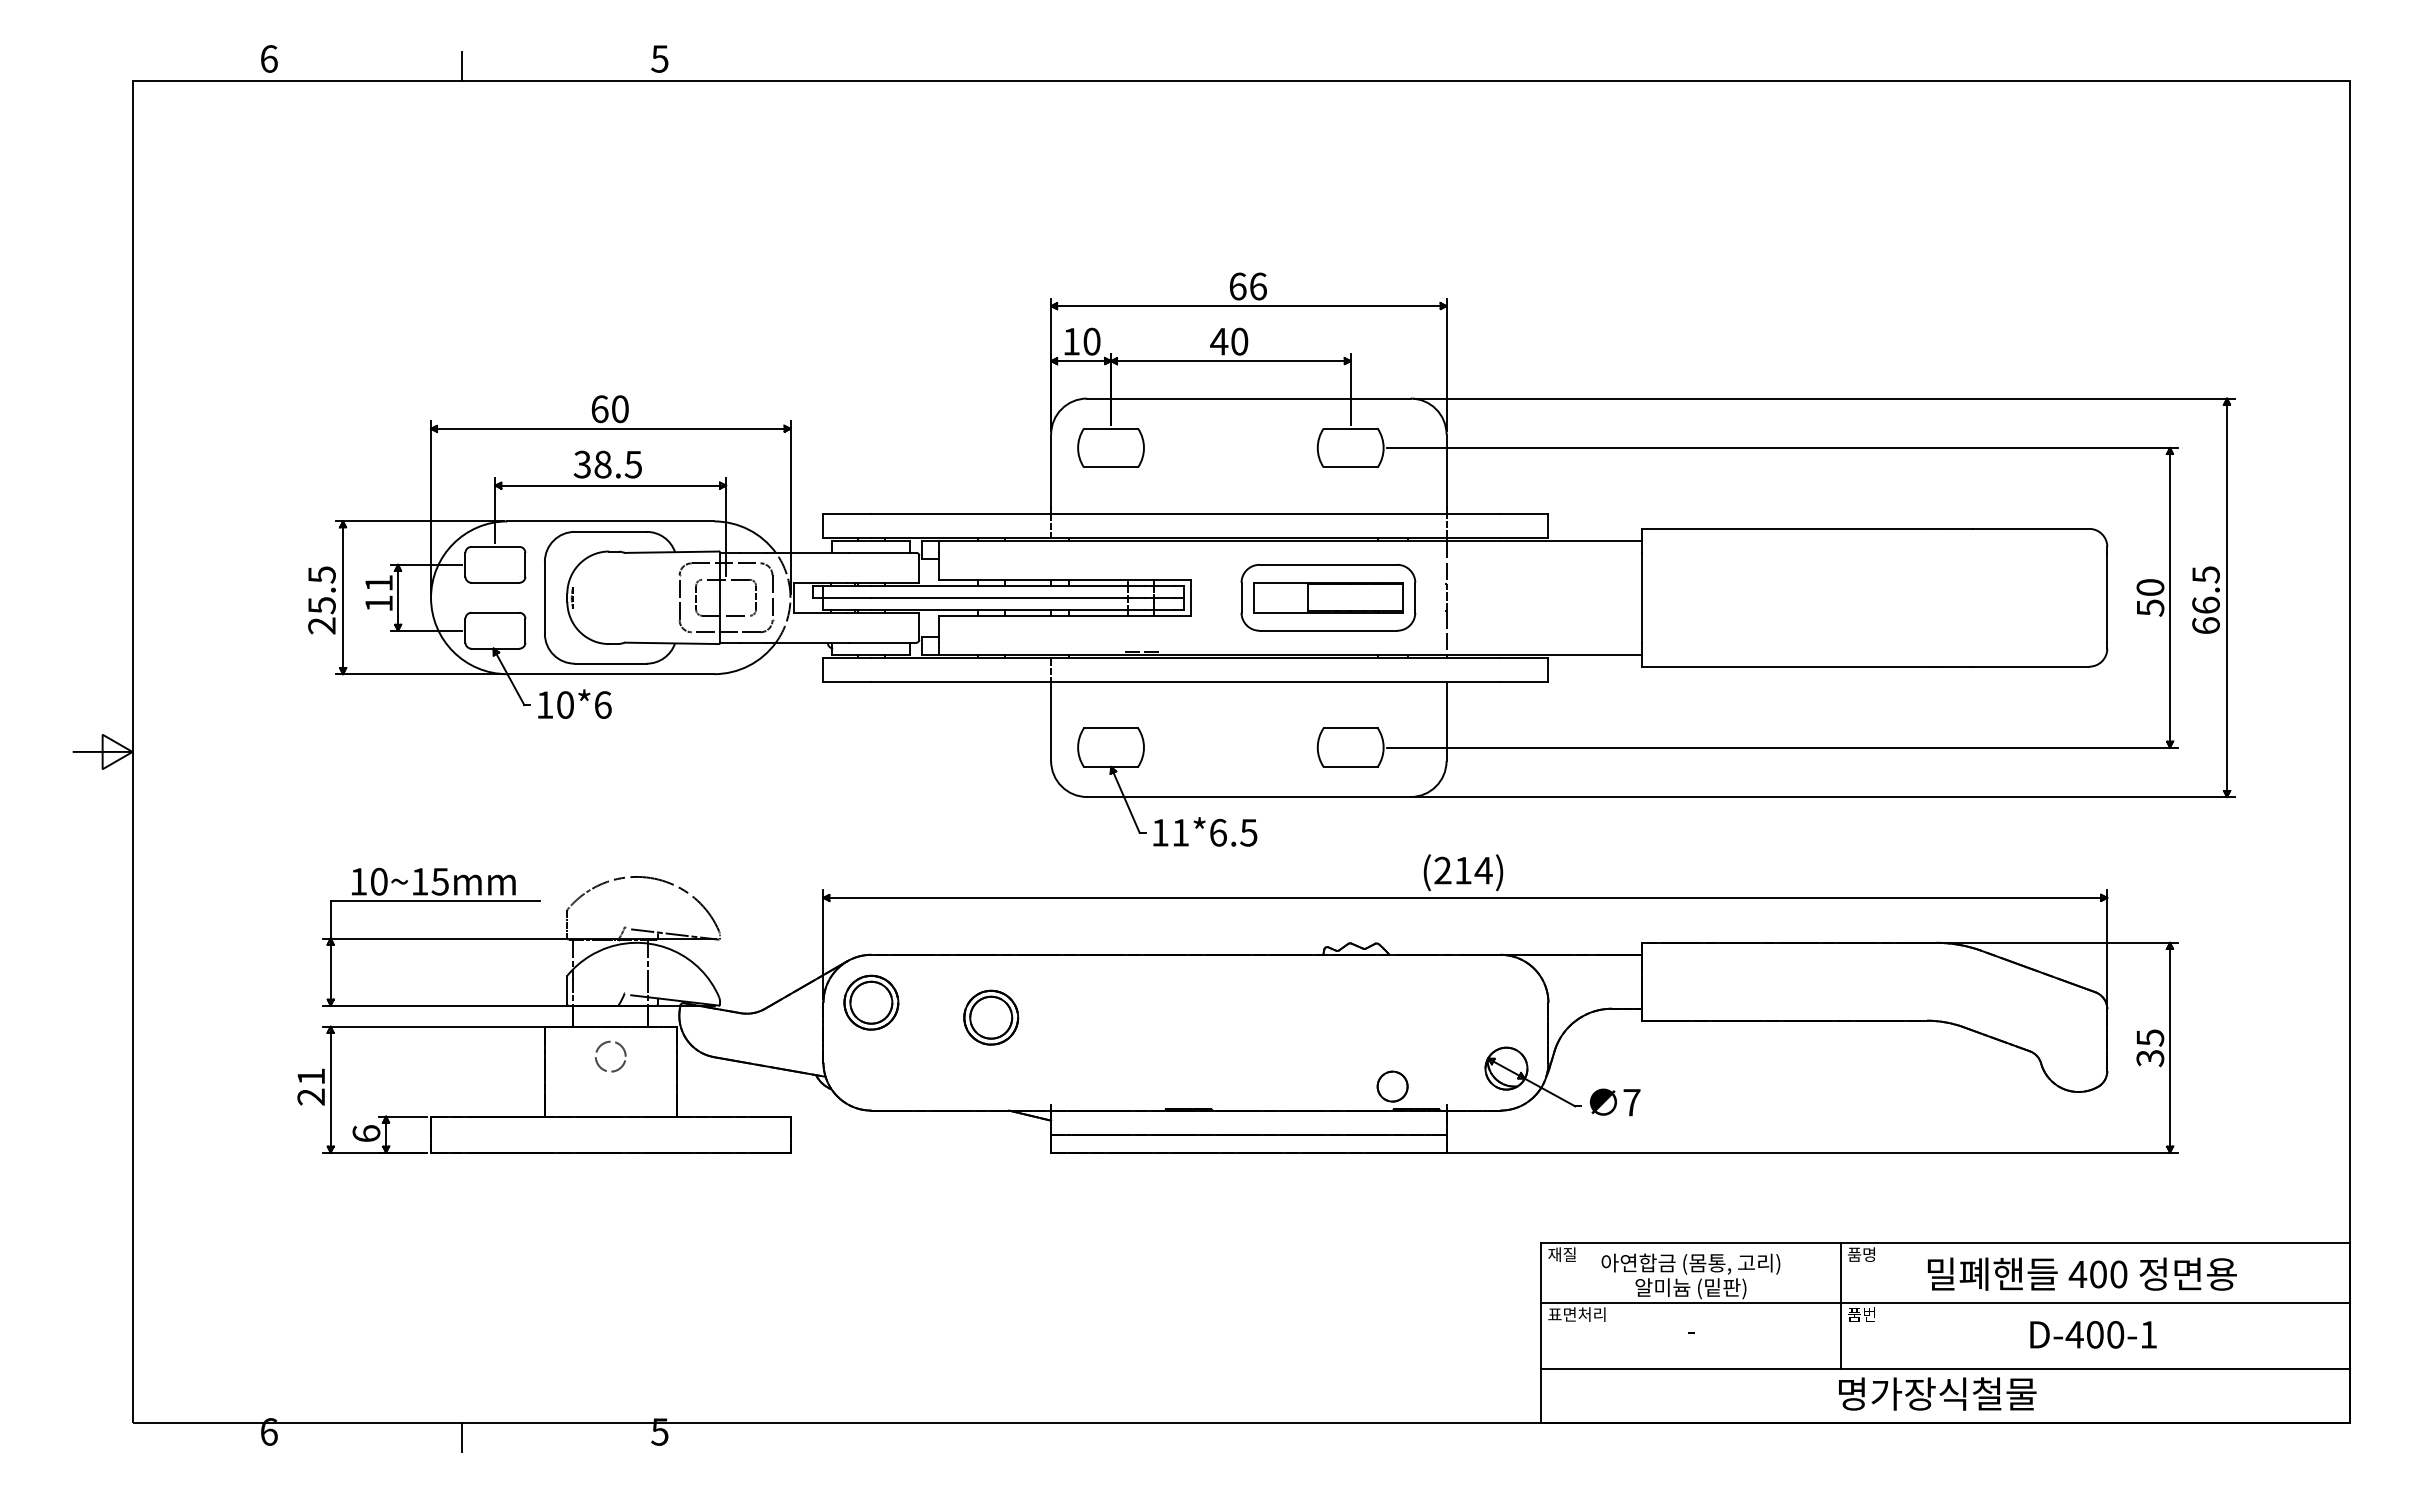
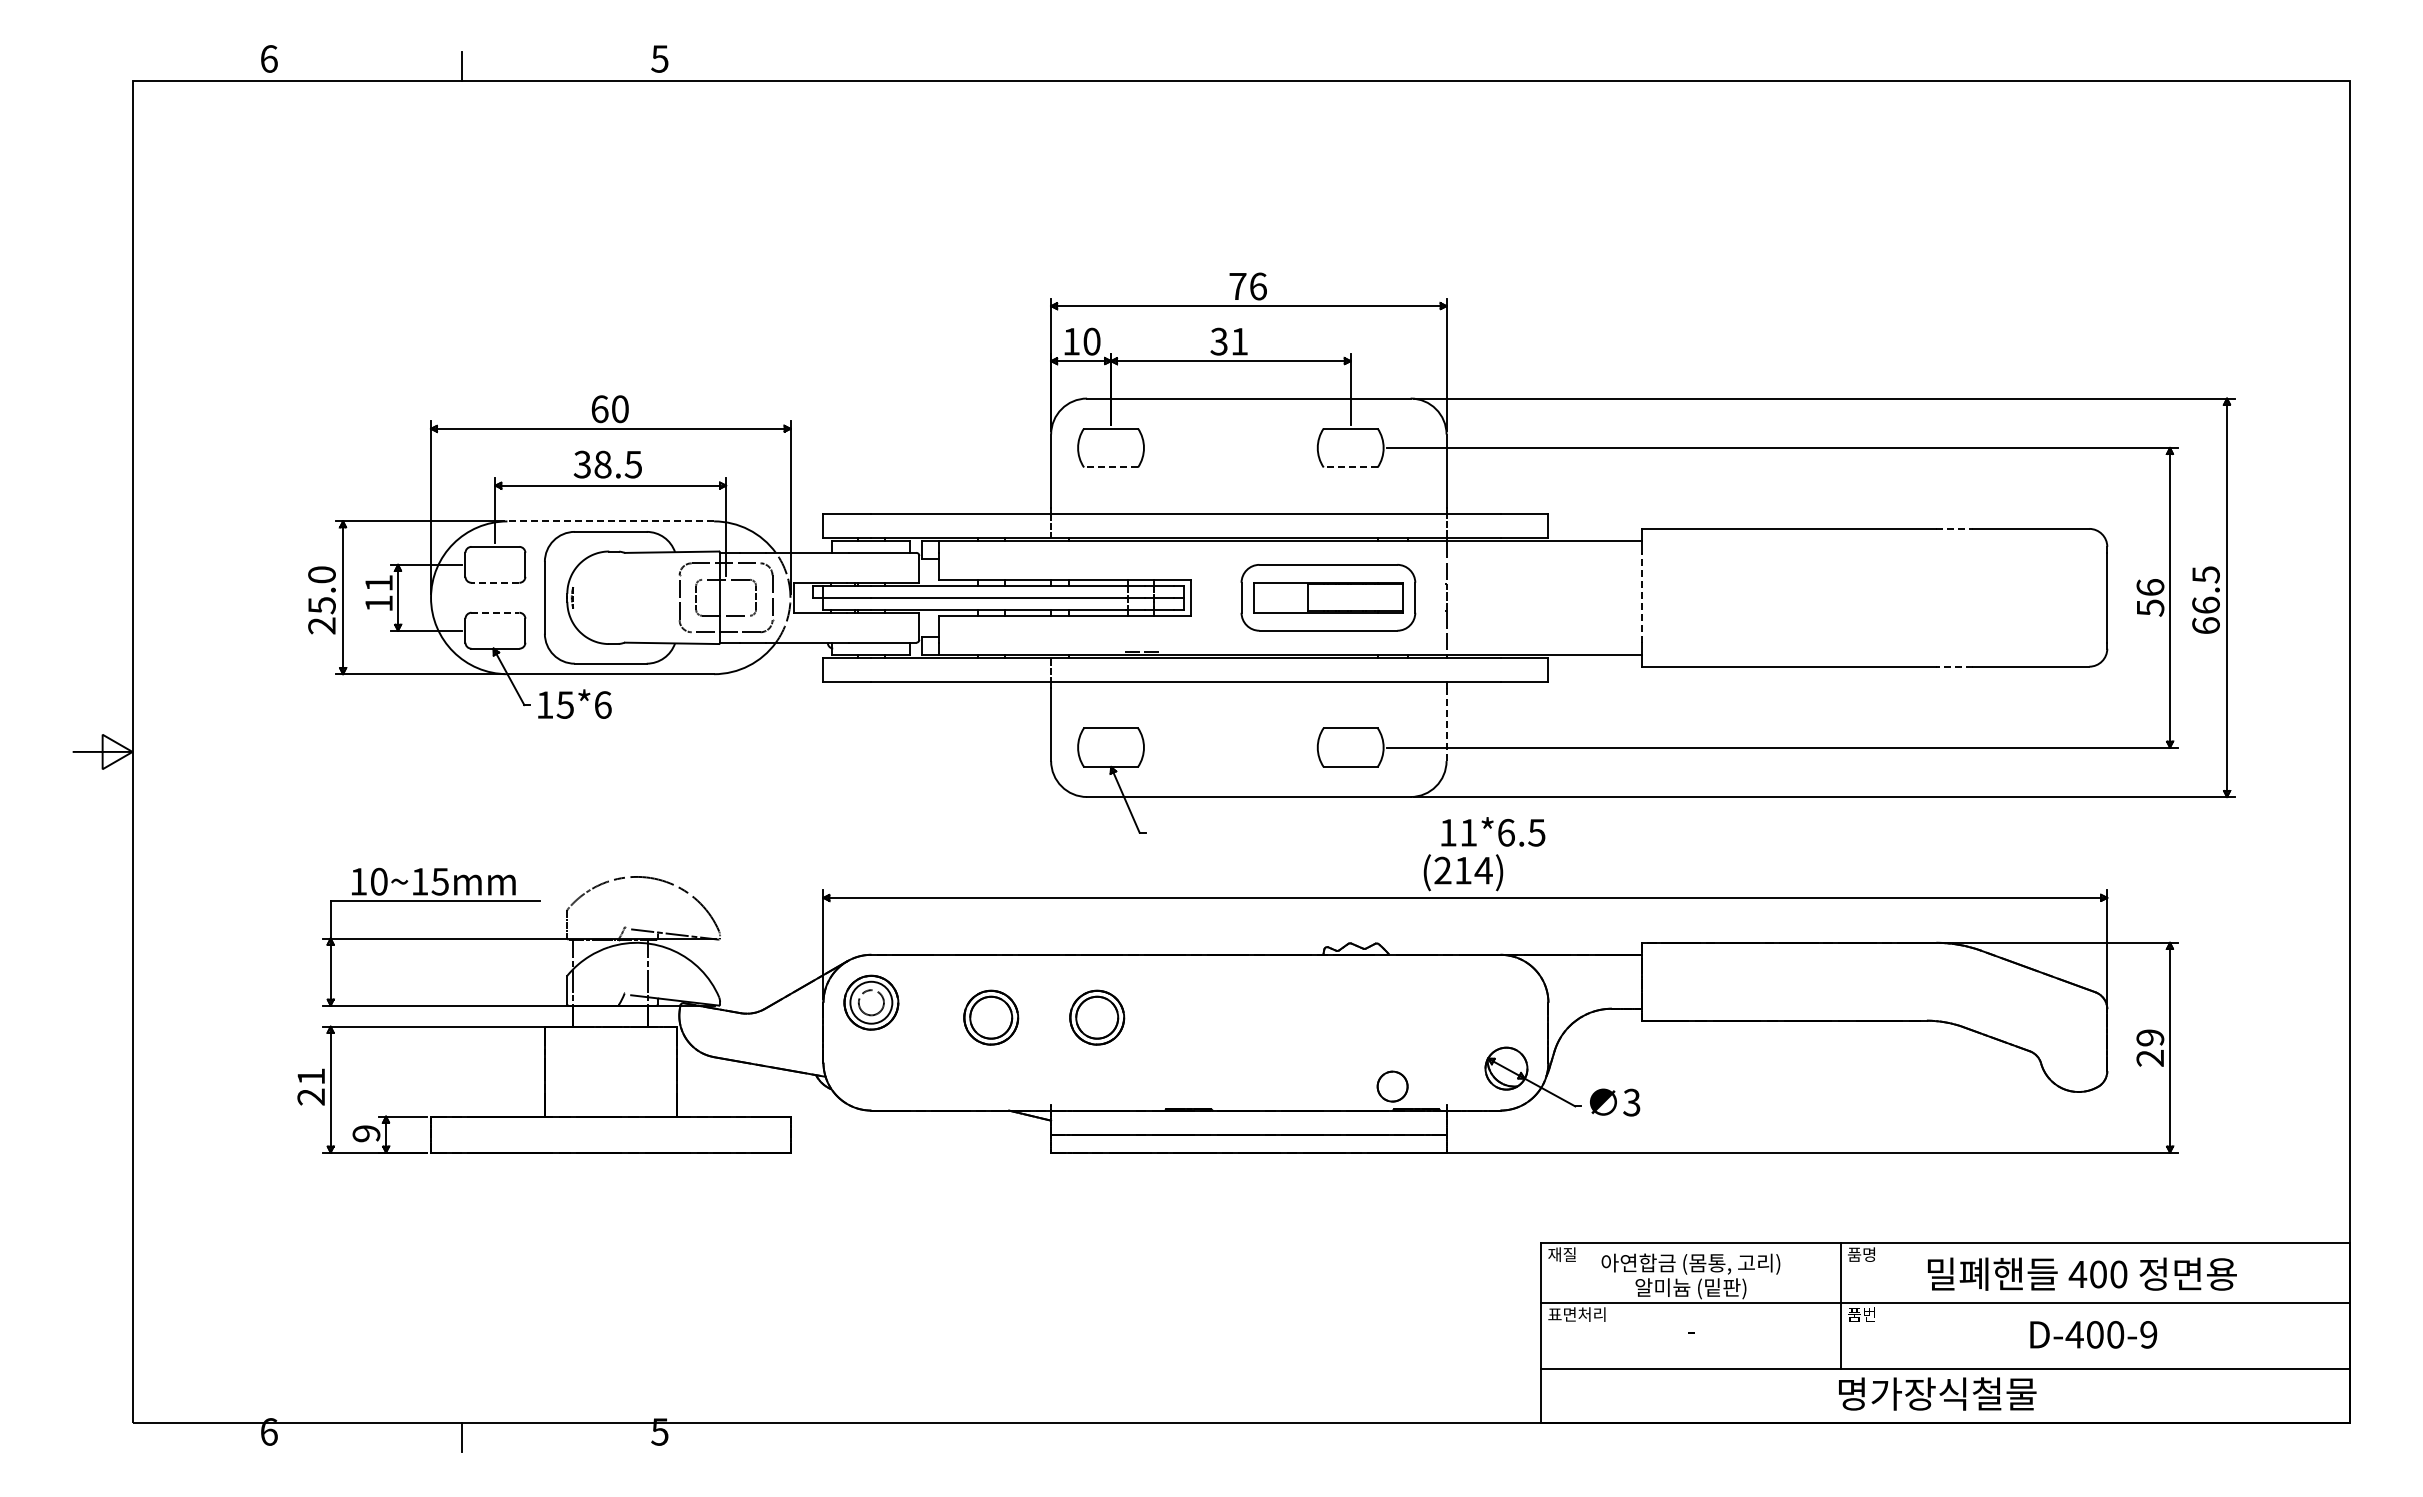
text at (1237, 286): 66 -> 76
text at (1229, 341): 40 -> 31
line at (1111, 467): solid -> dashed
line at (1350, 467): solid -> dashed
line at (610, 521): solid -> dashed
line at (1955, 528): solid -> dashed
text at (321, 574): 25.5 -> 25.0
line at (495, 582): solid -> dashed
text at (2150, 587): 50 -> 56
line at (1641, 597): solid -> dashed
line at (495, 612): solid -> dashed
line at (1954, 666): solid -> dashed
text at (564, 704): 10*6 -> 15*6
line at (1446, 724): solid -> dashed
text at (1205, 831) position: (1205, 831) -> (1493, 831)
circle at (871, 1002) diameter: 42 px -> 25 px
part at (1097, 1017): none -> present
part at (604, 1044): present -> none
text at (2150, 1048): 35 -> 29
text at (1631, 1102): 7 -> 3
text at (366, 1133): 6 -> 9
text at (2148, 1334): D-400-1 -> D-400-9
